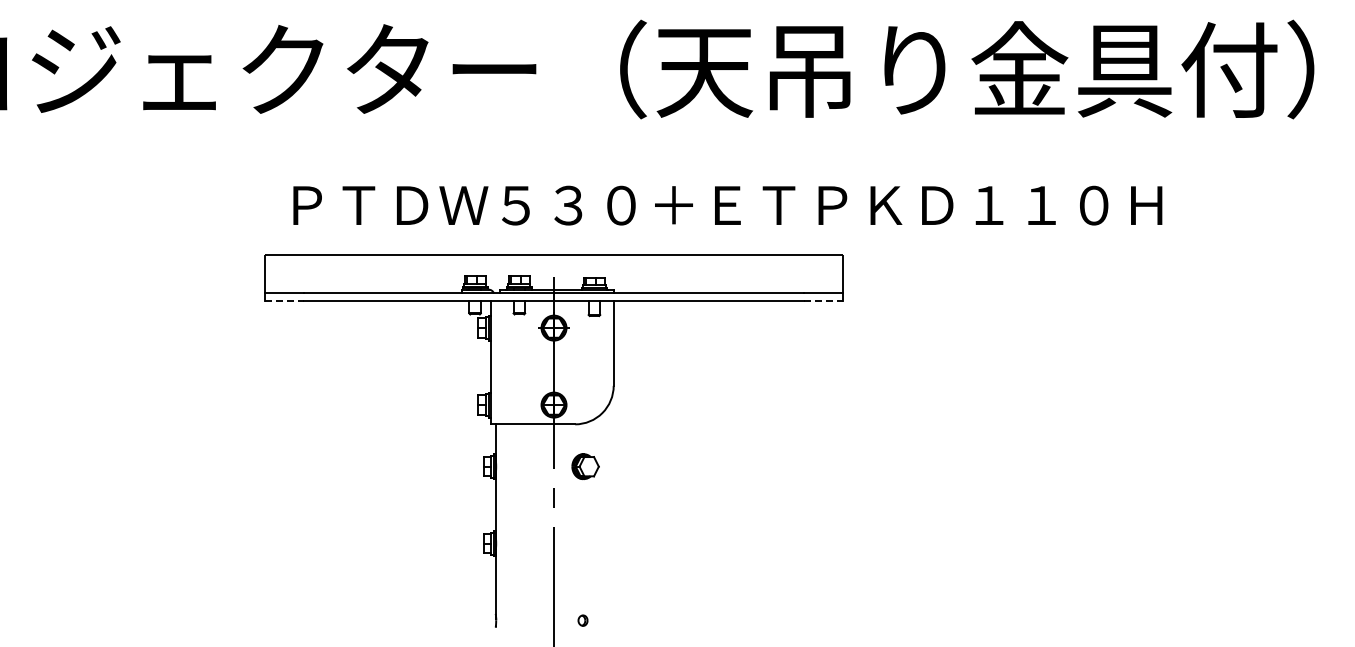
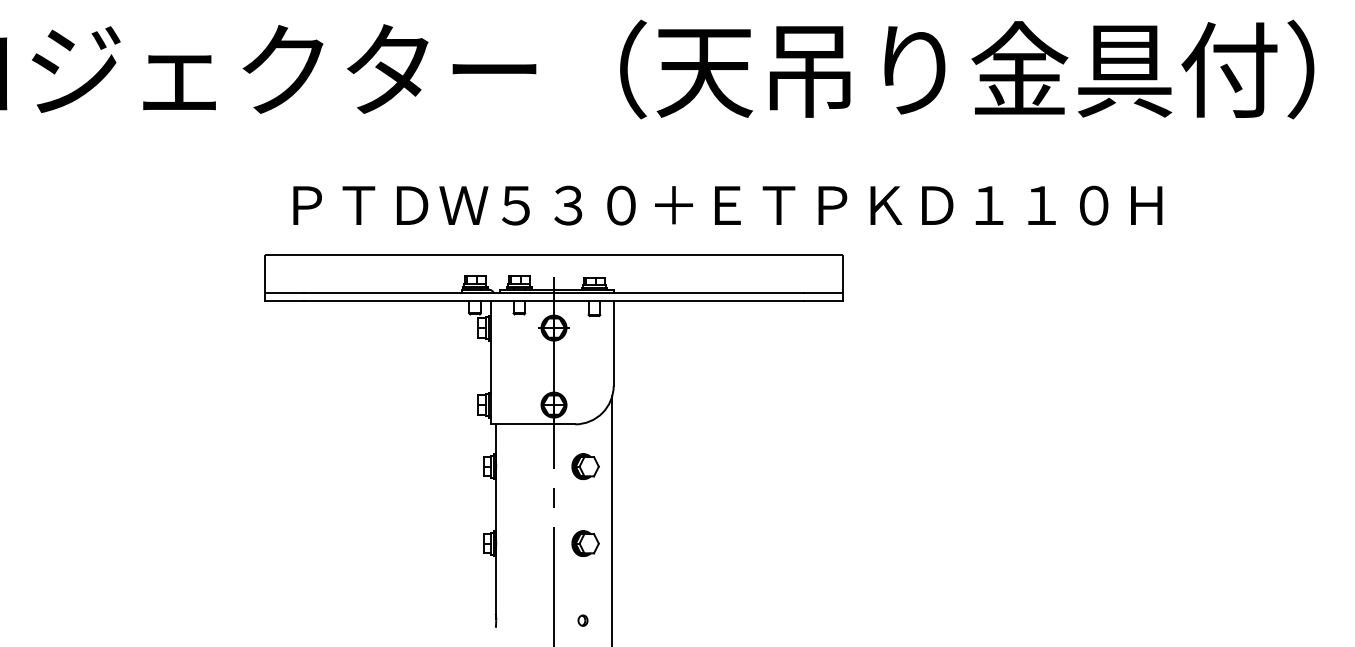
line at (285, 301): dashed -> solid
line at (823, 301): dashed -> solid
line at (612, 519): none -> present
part at (585, 543): none -> present
